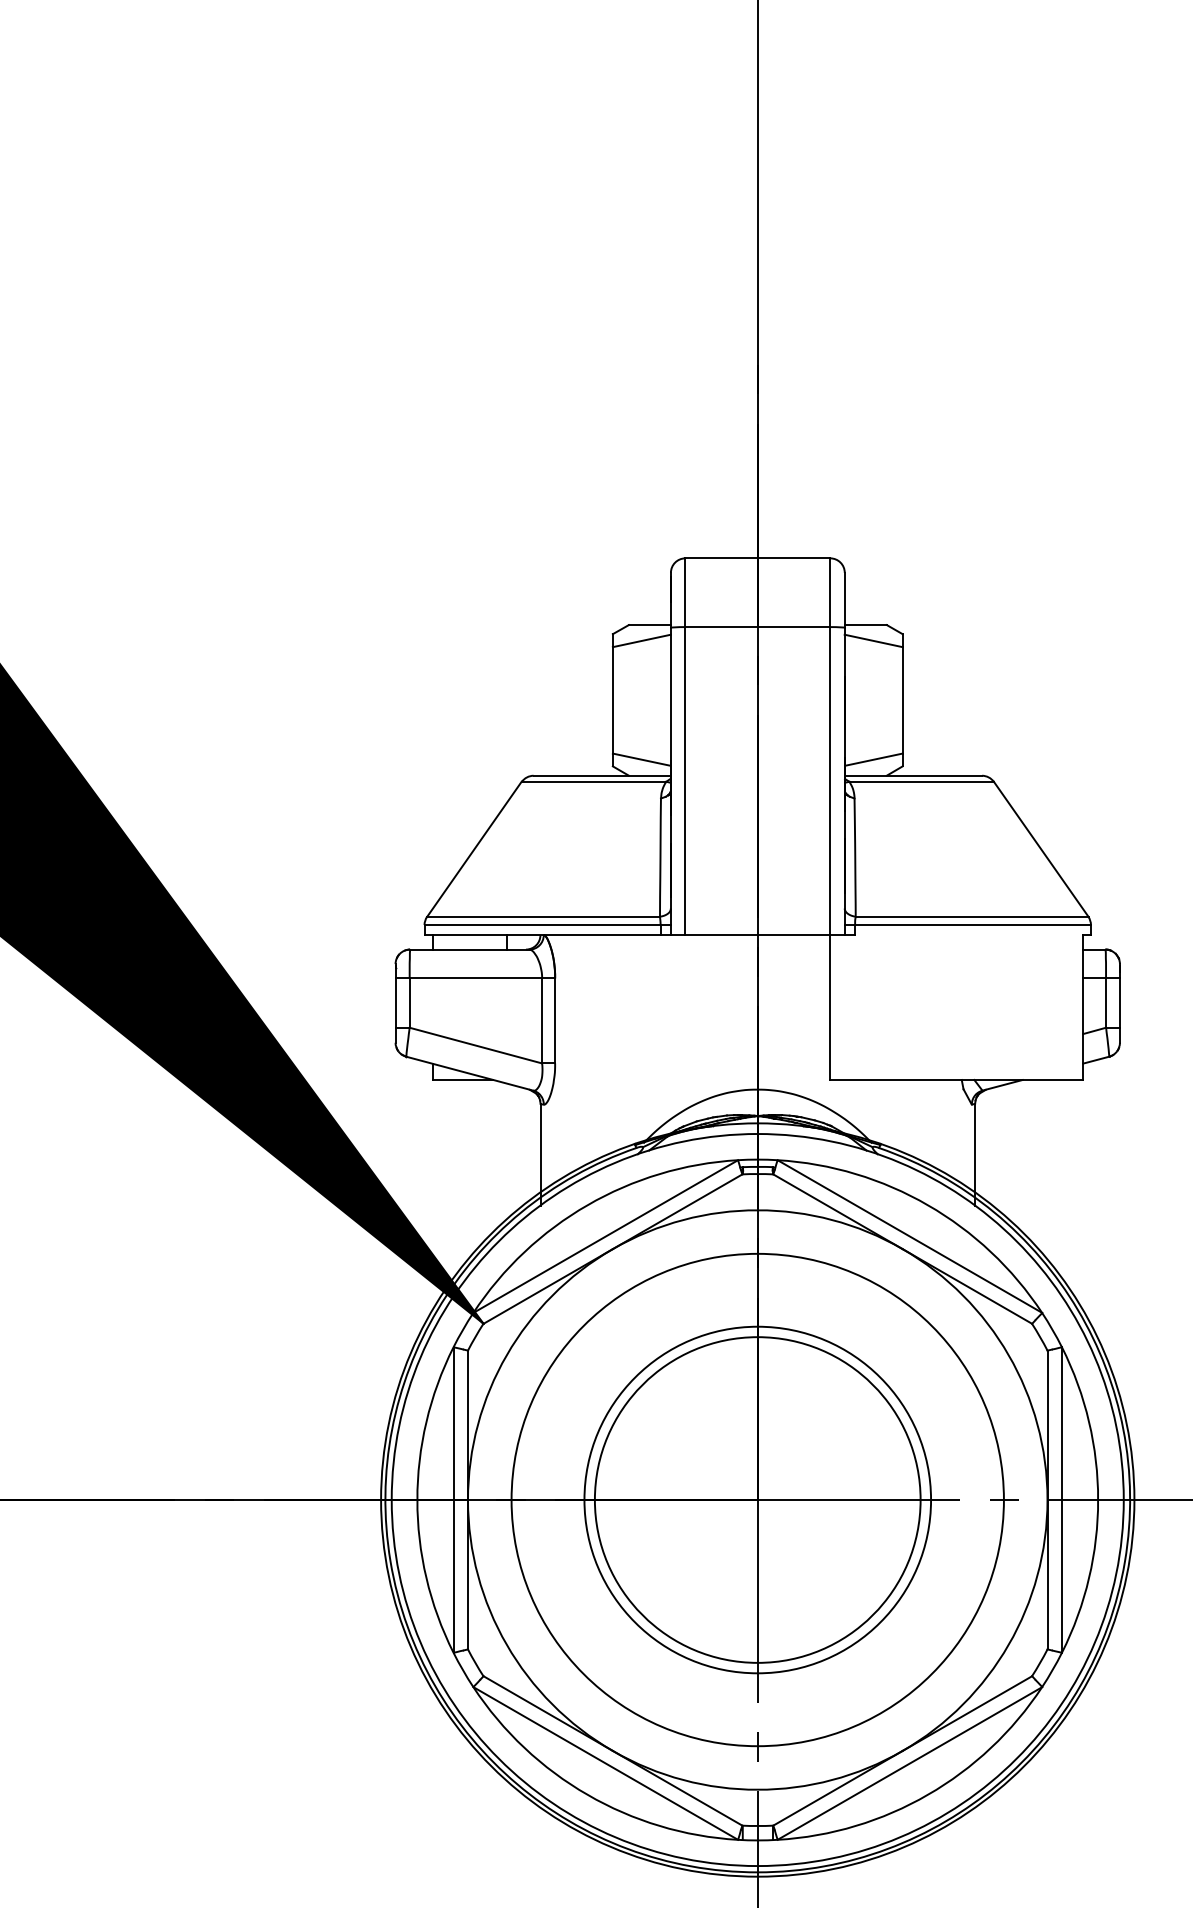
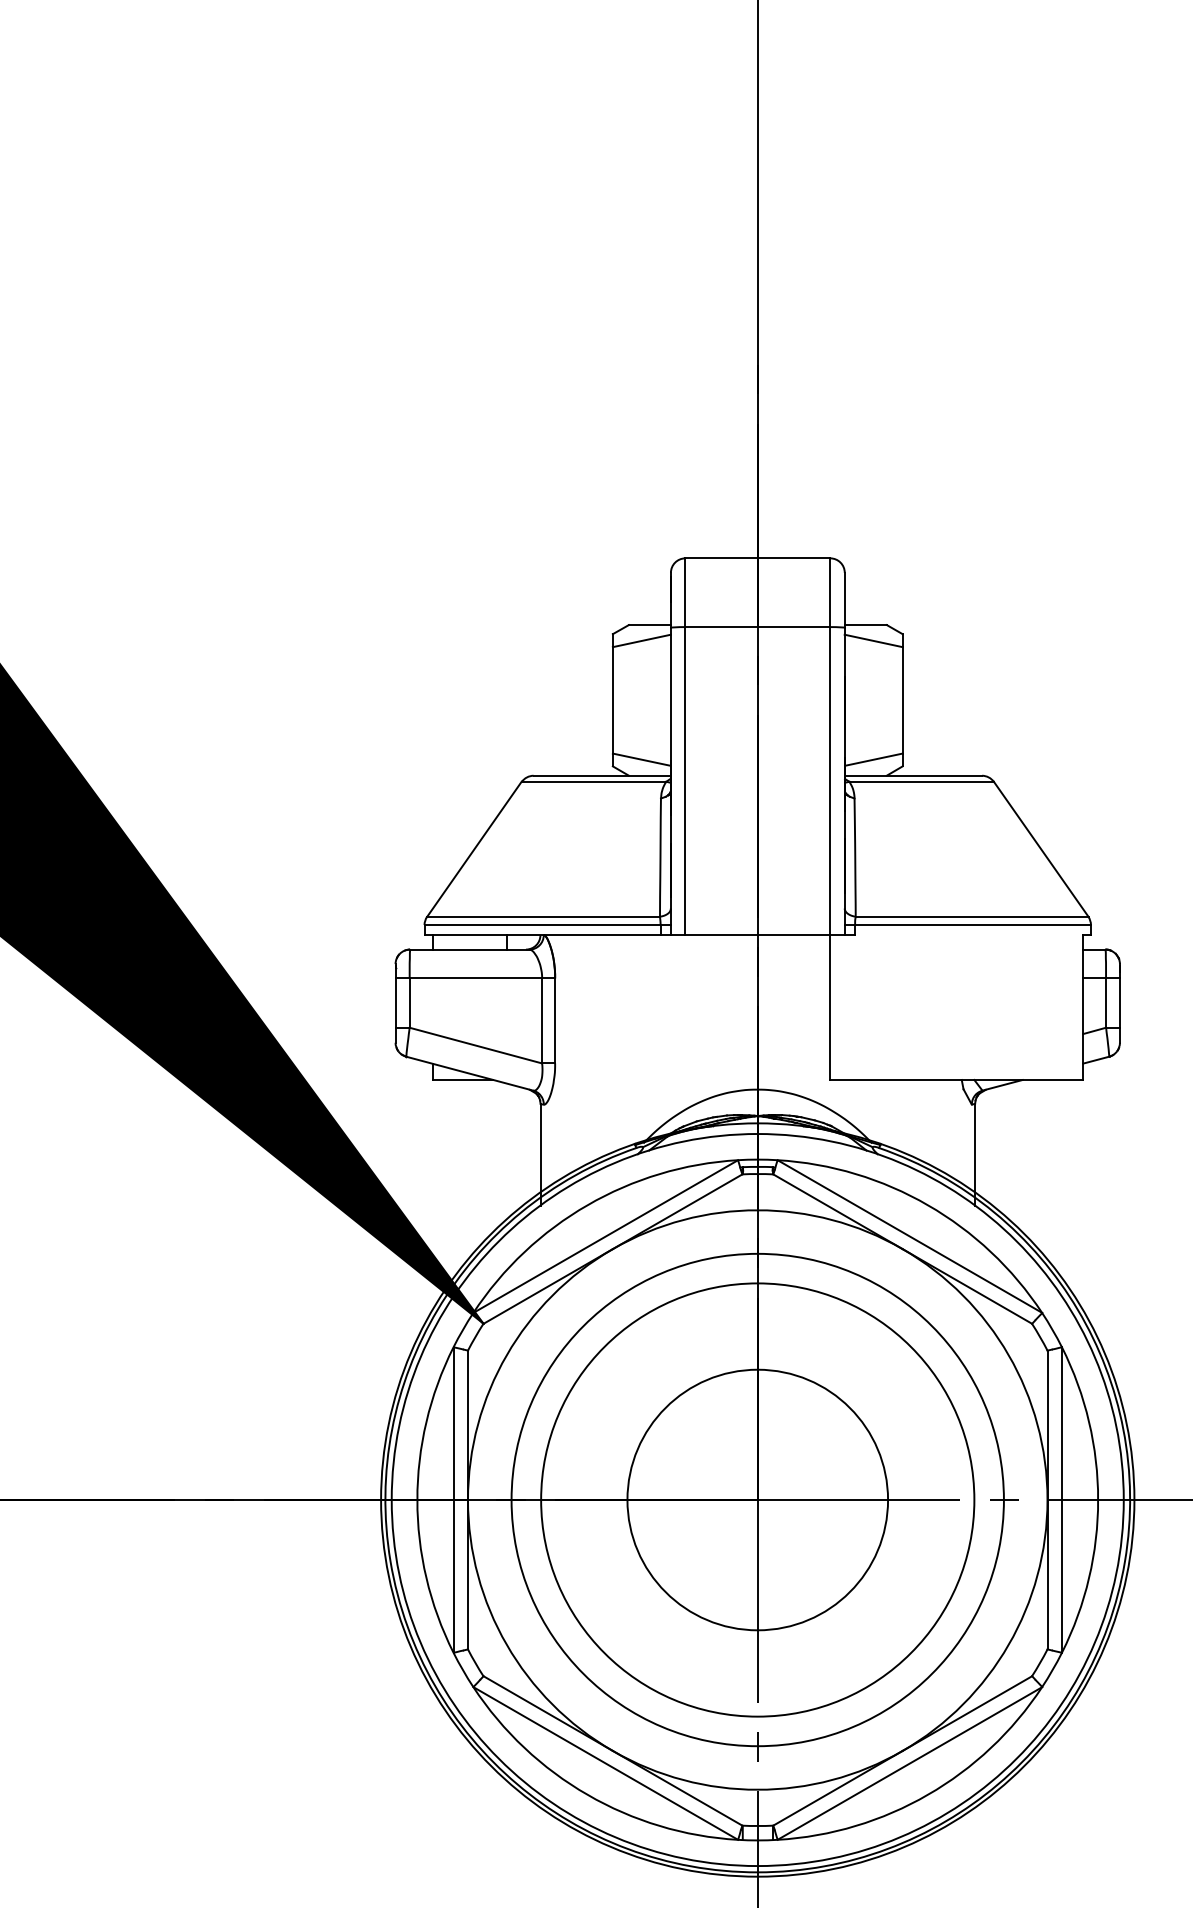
circle at (757, 1499) diameter: 326 px -> 261 px
circle at (757, 1499) diameter: 347 px -> 433 px
